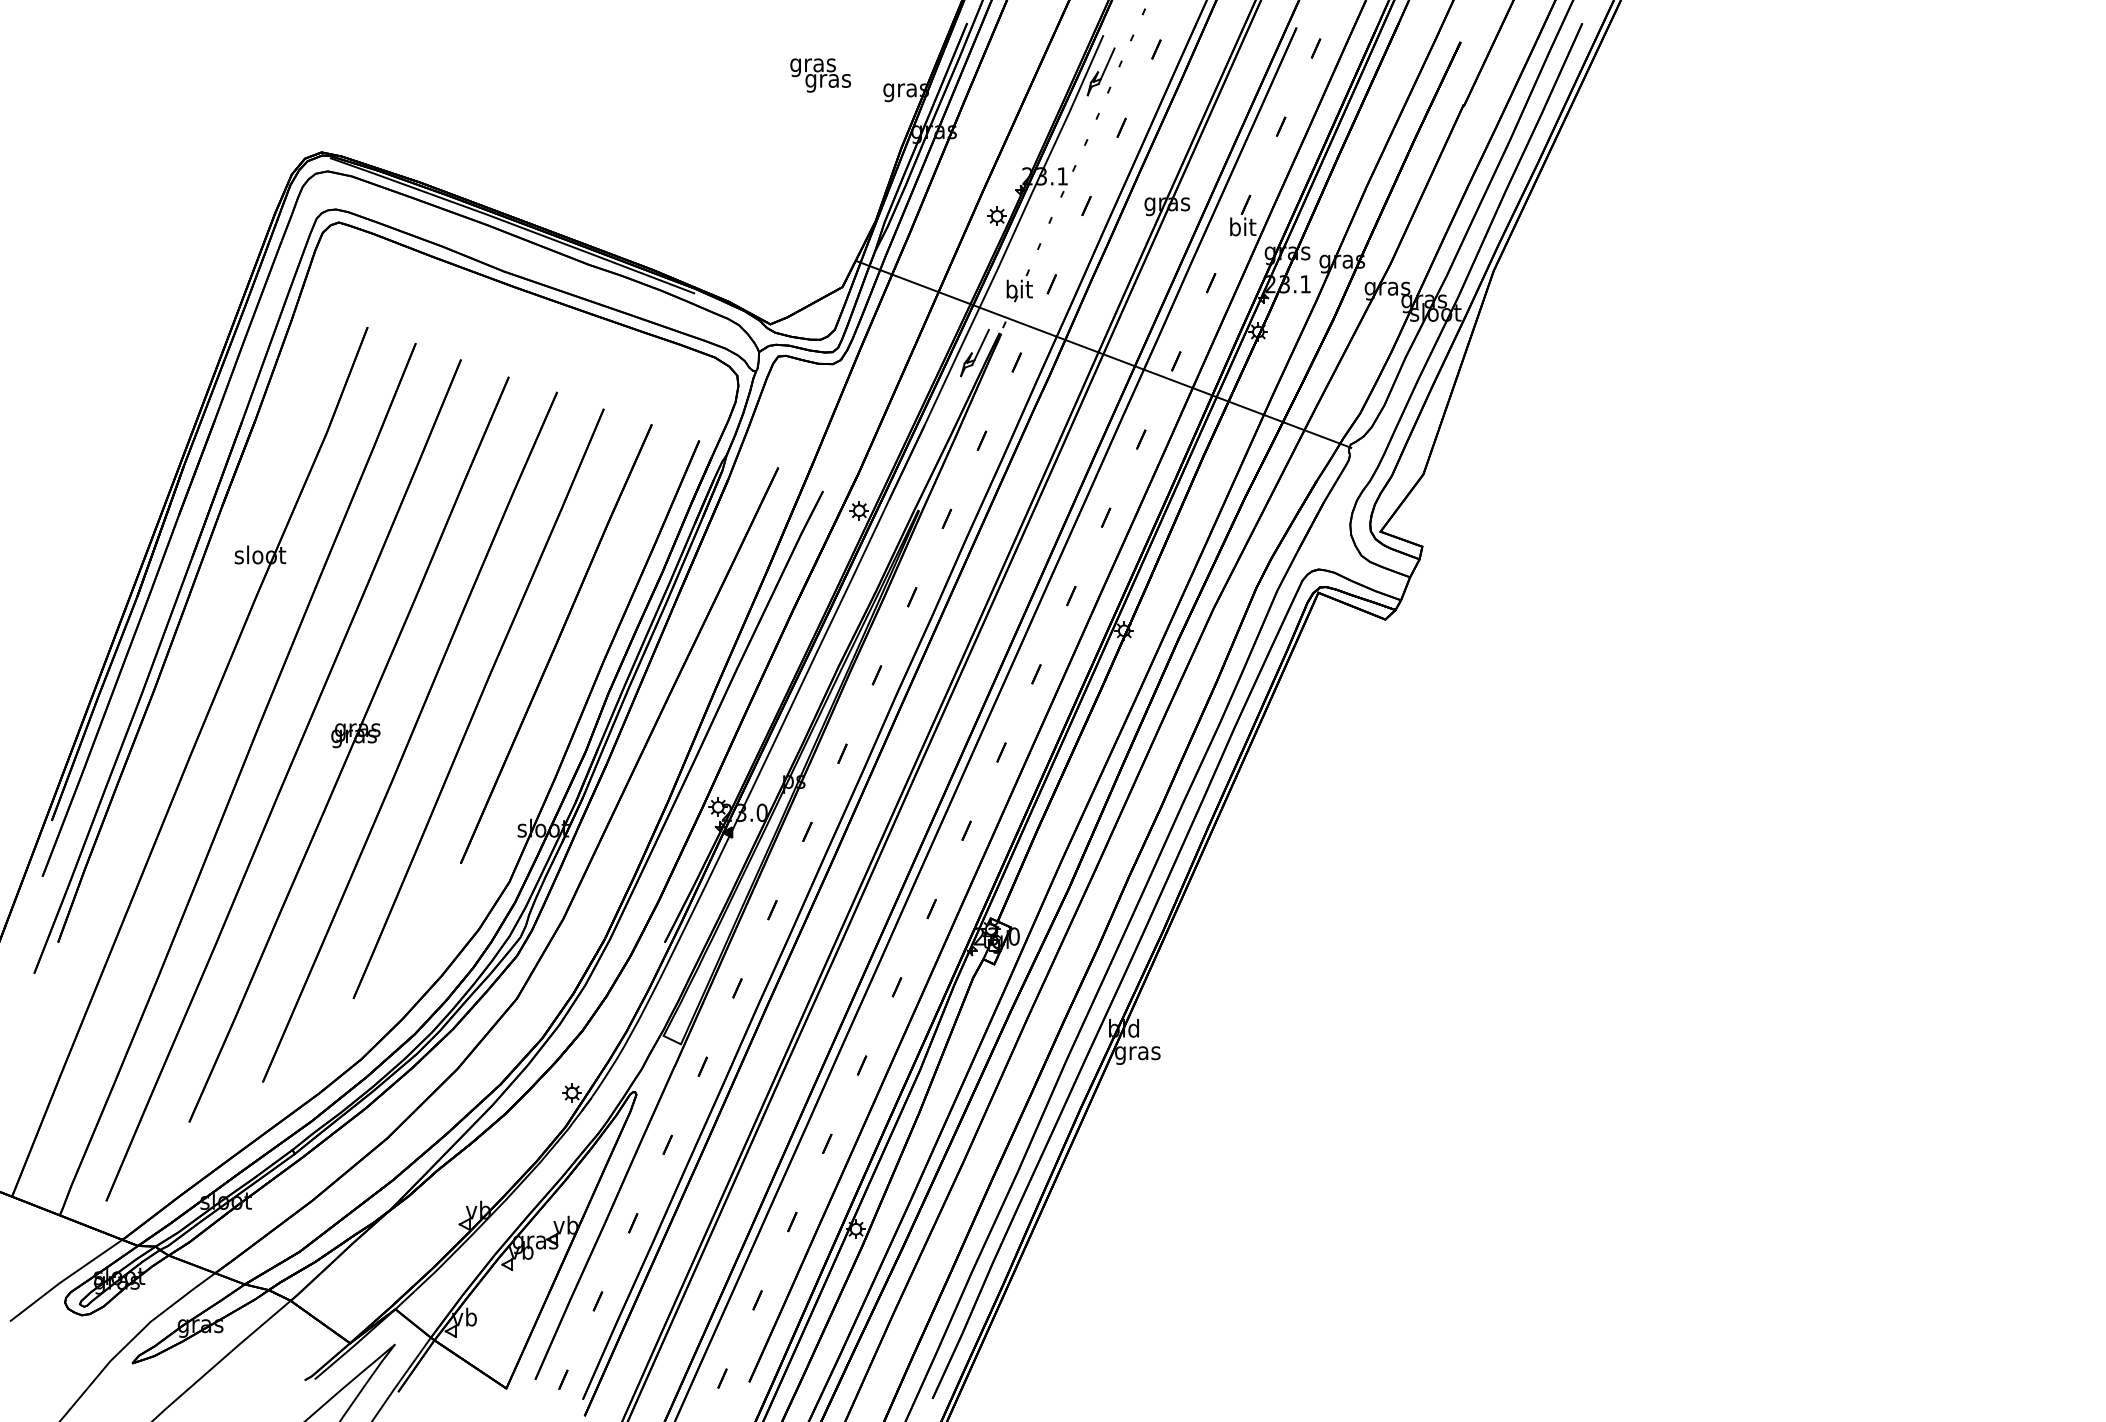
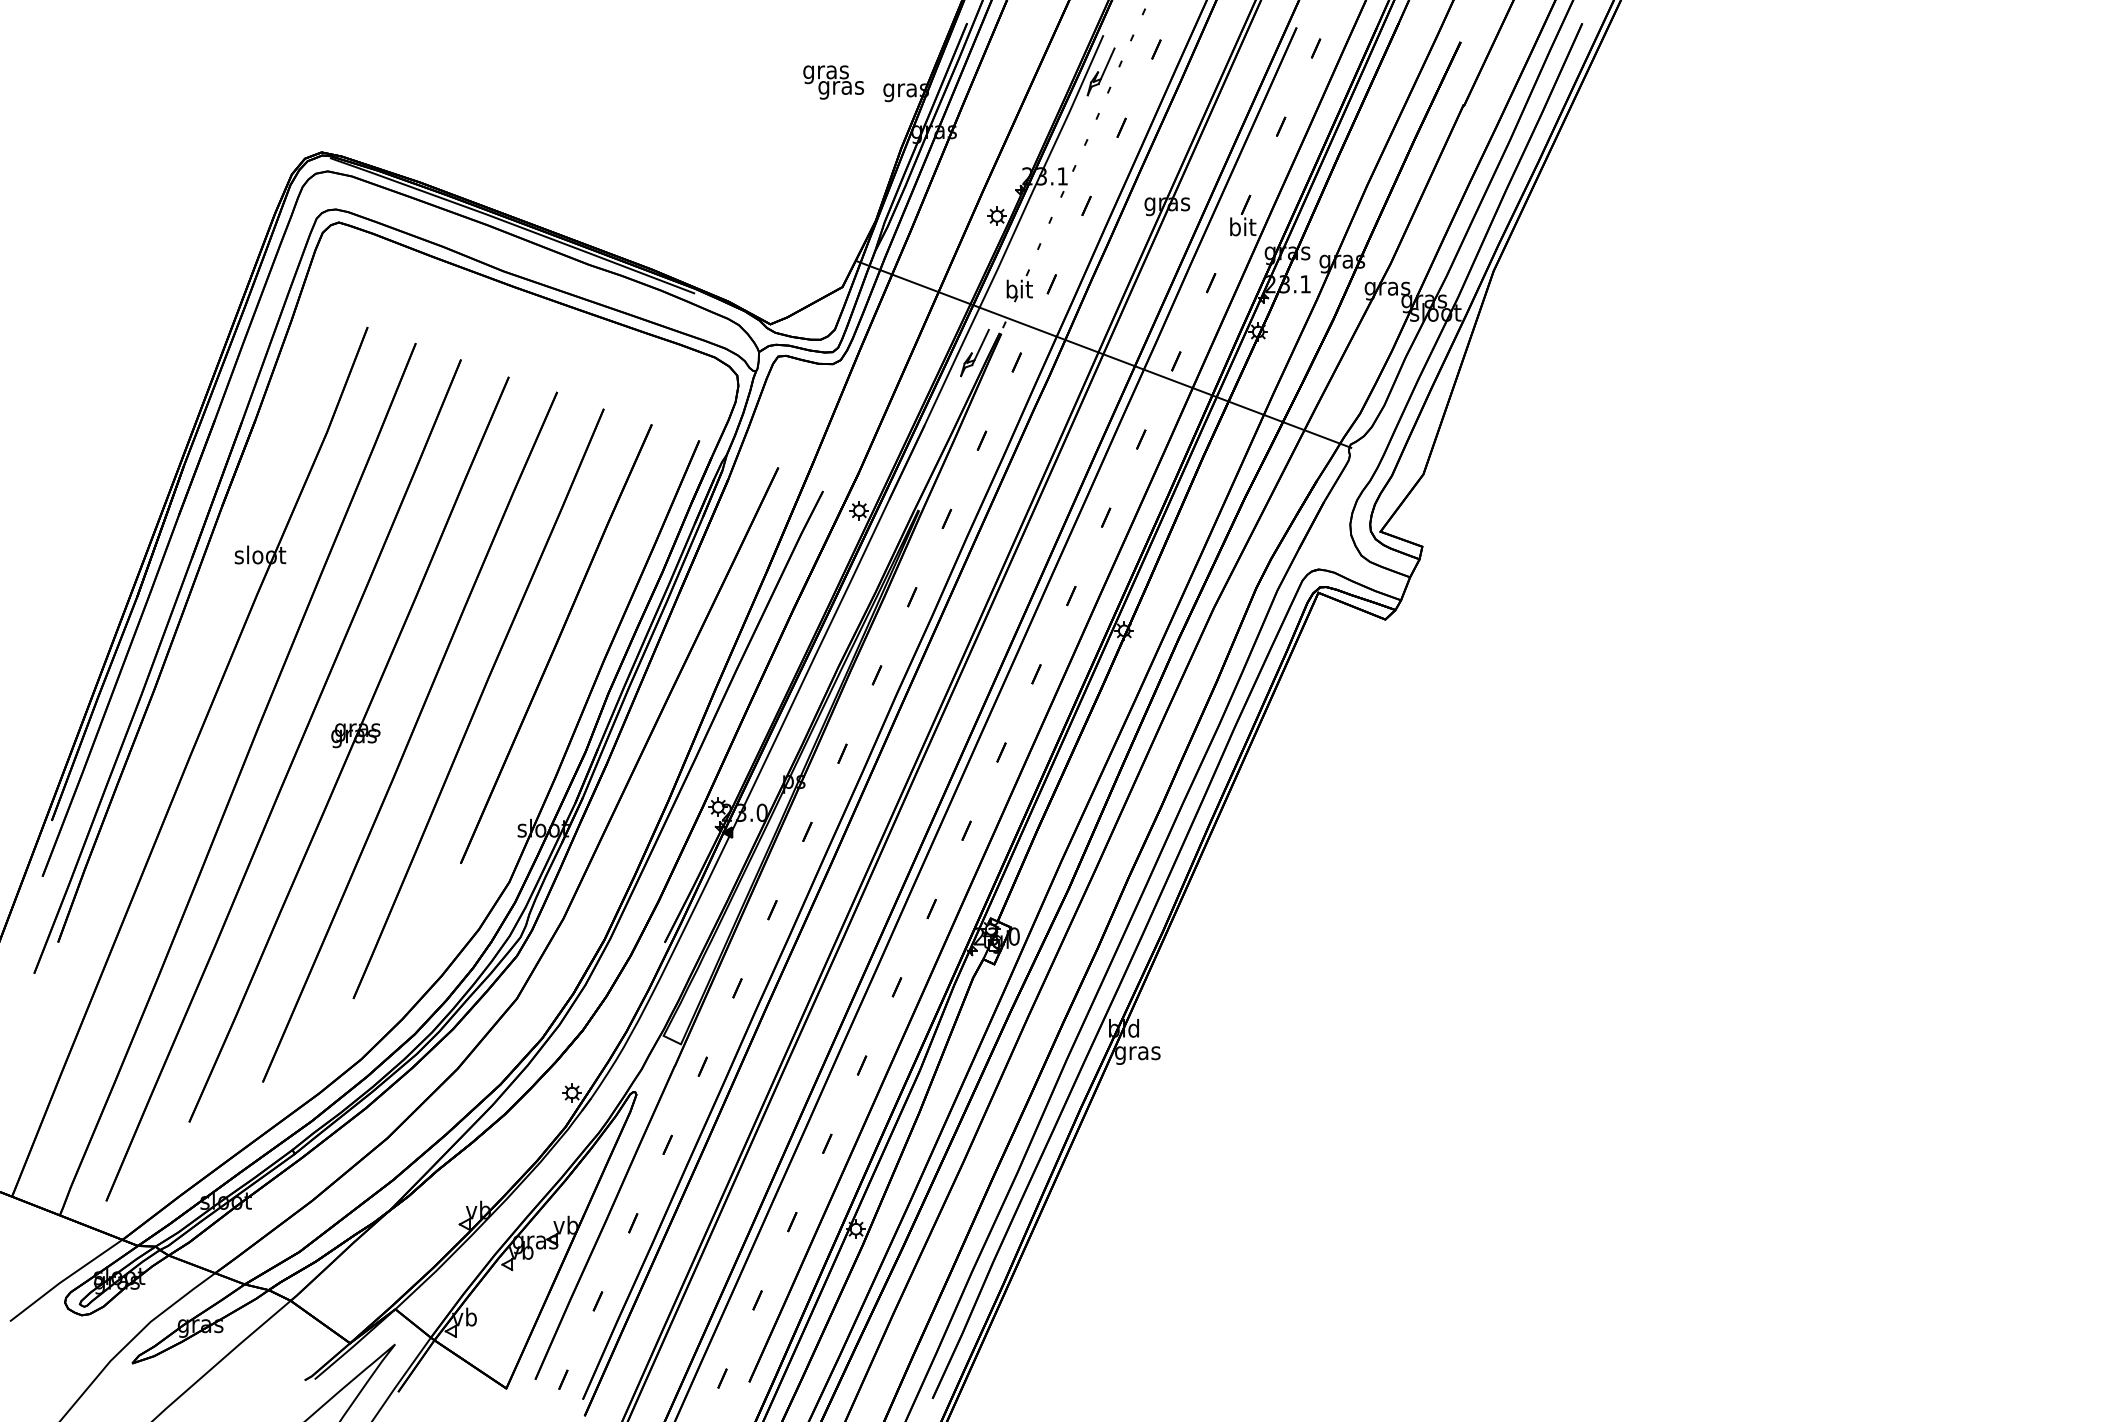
text at (820, 75) position: (820, 75) -> (833, 82)
